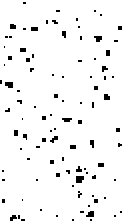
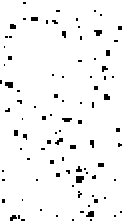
part at (30, 28) position: (30, 28) -> (30, 18)
part at (97, 38) position: (97, 38) -> (97, 32)
part at (26, 59): present -> none
part at (46, 137) position: (46, 137) -> (51, 139)
